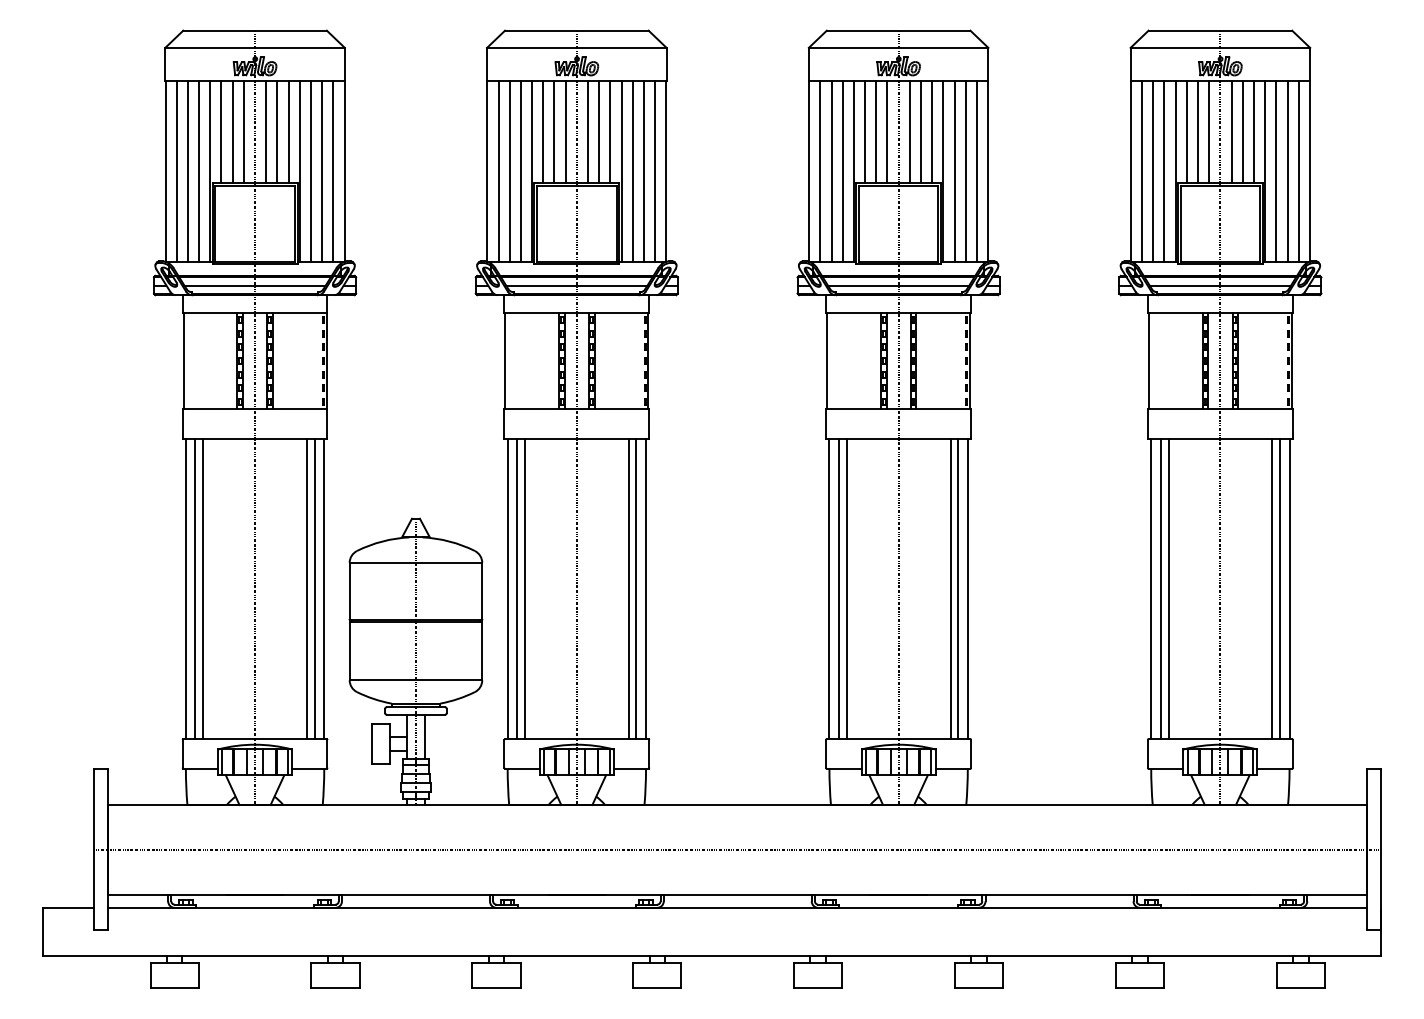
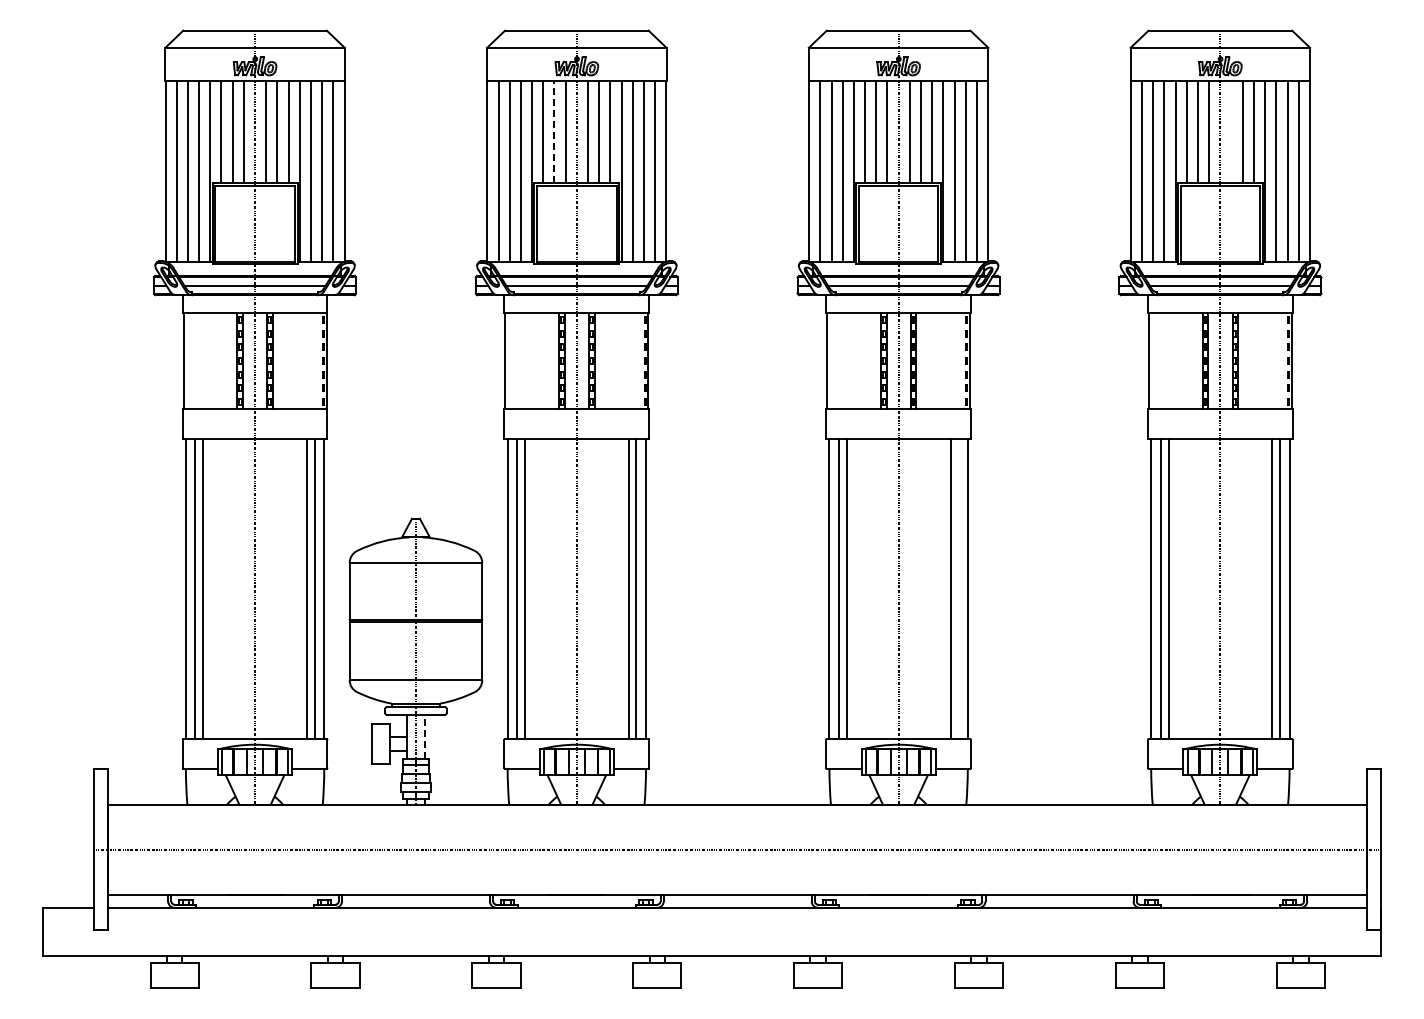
line at (554, 132): solid -> dashed
line at (1231, 132): present -> none
line at (958, 588): present -> none
line at (424, 736): solid -> dashed
